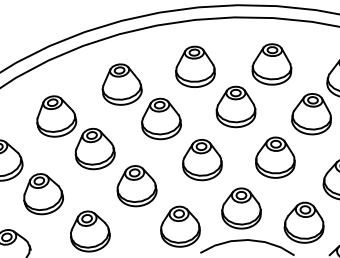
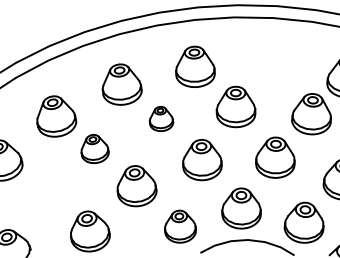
part at (271, 64): present -> none
part at (161, 118) size: 41x44 px -> 27x26 px
part at (94, 148) size: 42x44 px -> 30x30 px
part at (43, 194): present -> none
part at (180, 226) size: 41x43 px -> 33x35 px
